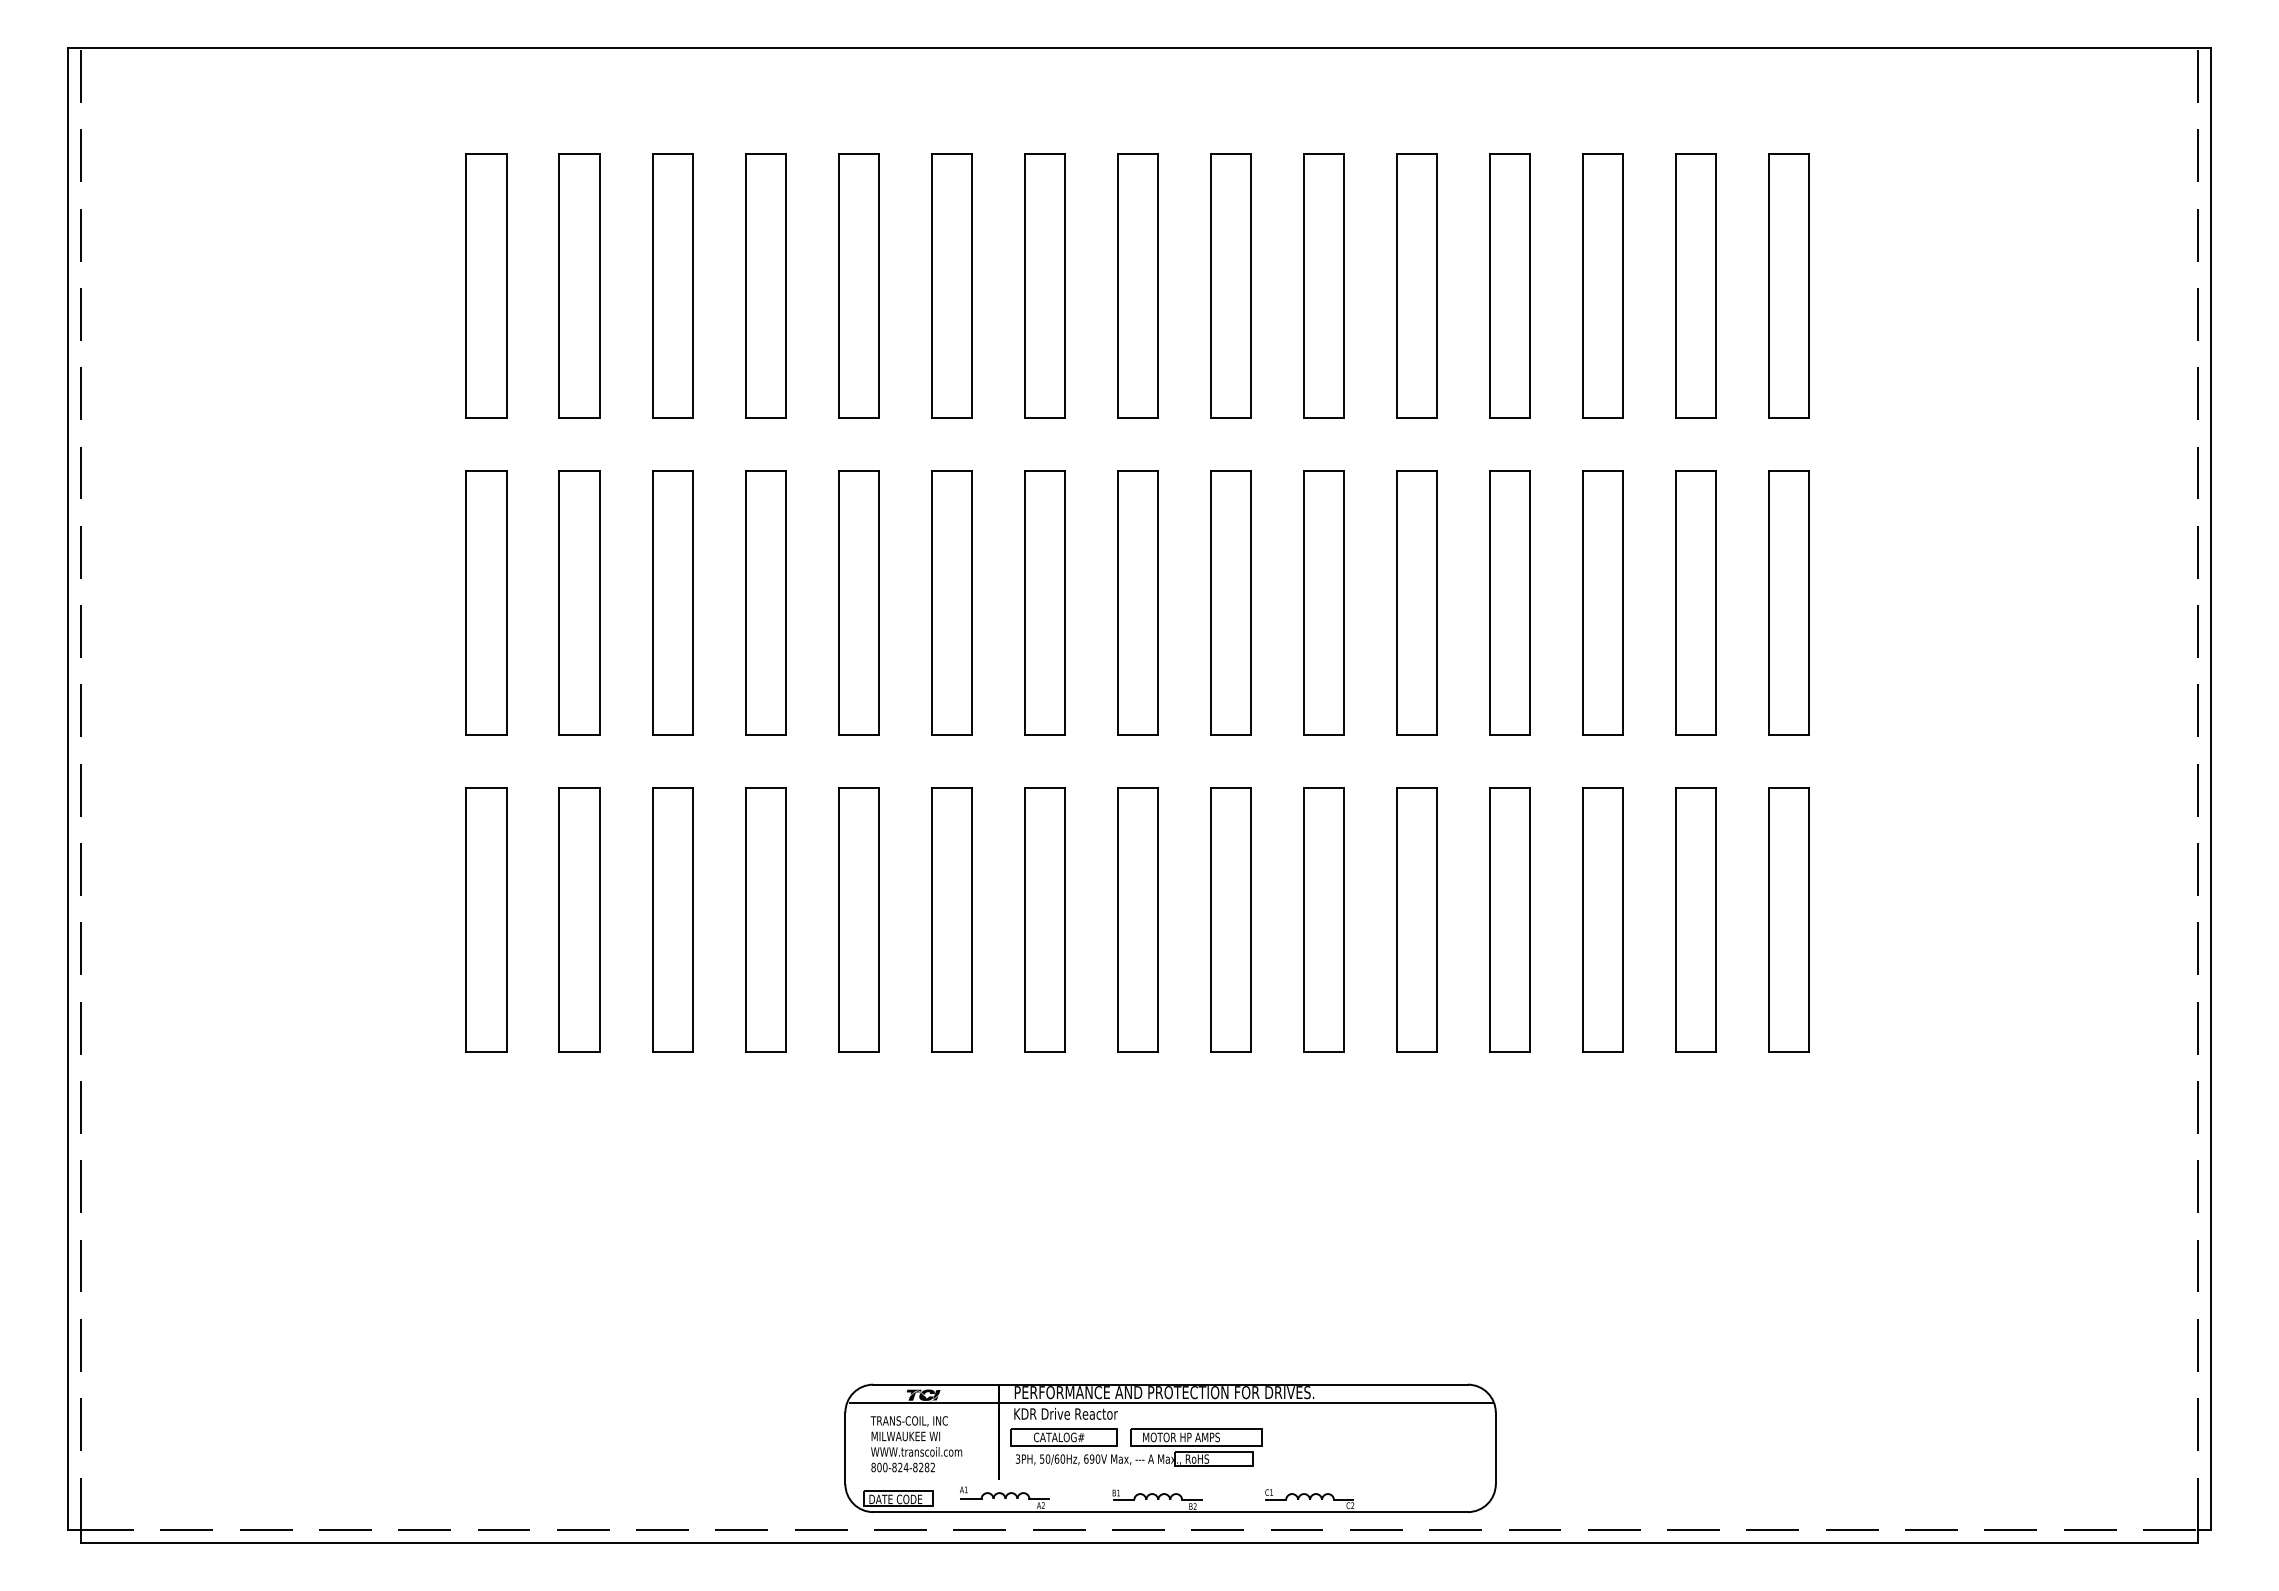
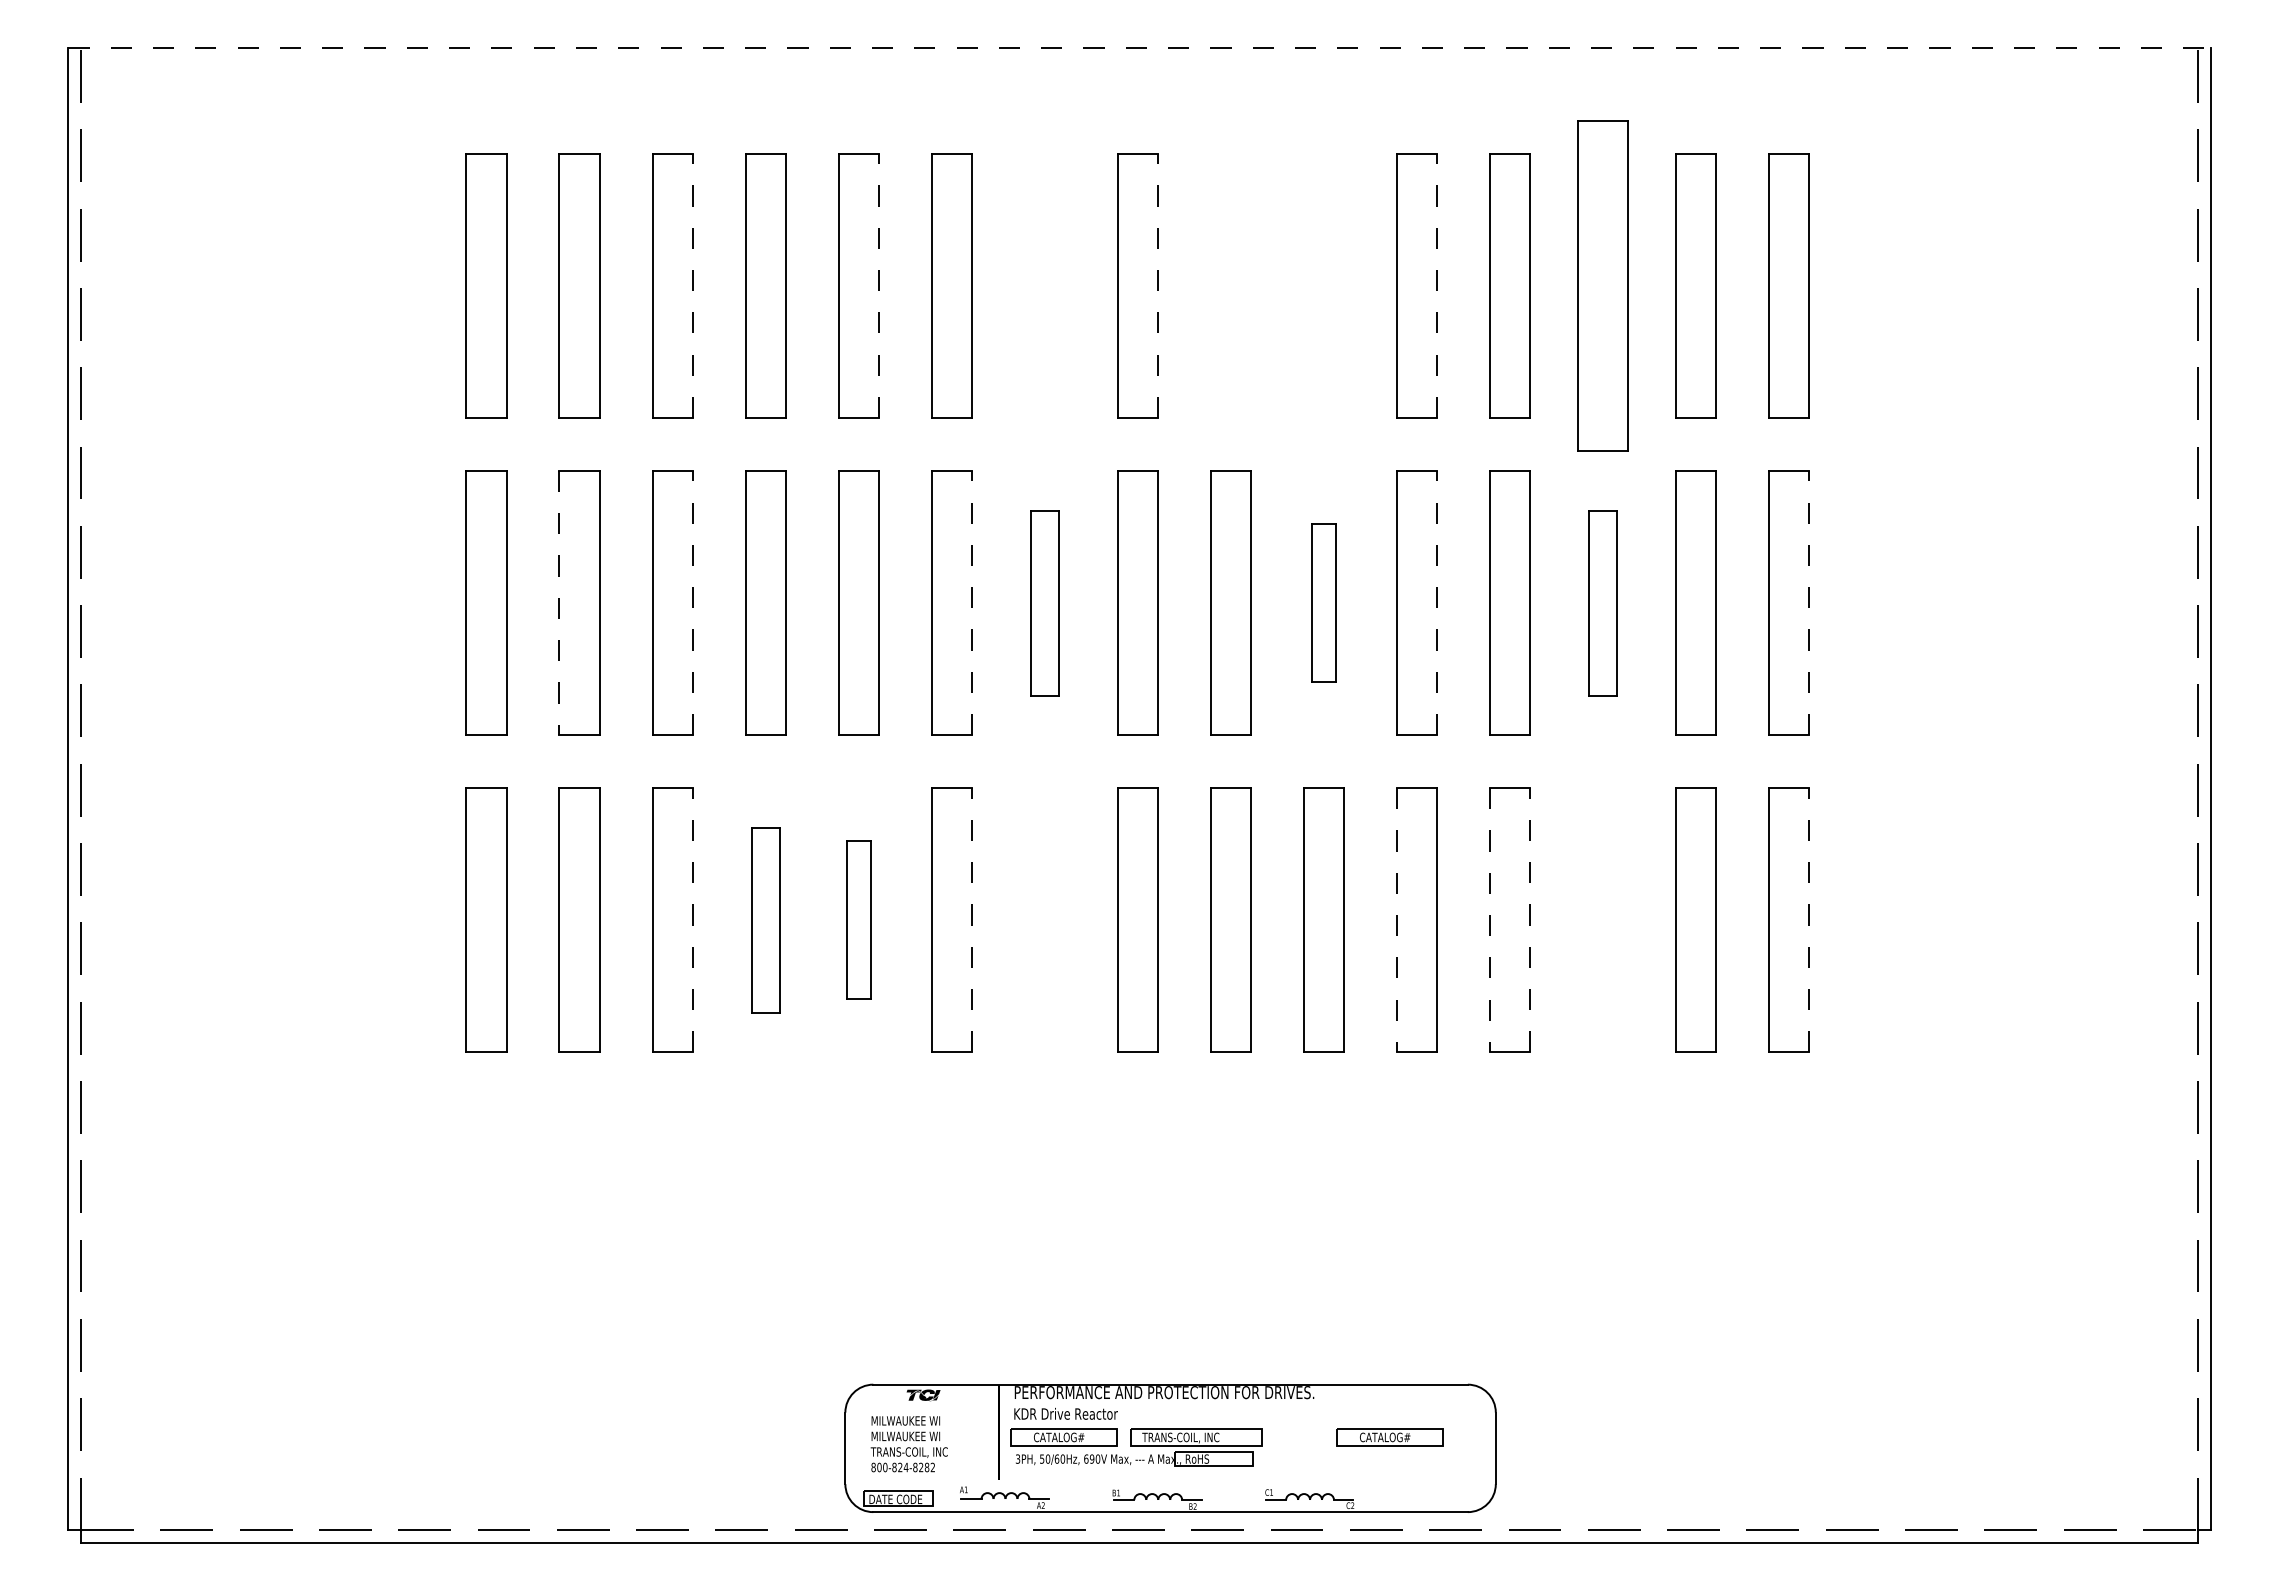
line at (1140, 47): solid -> dashed
line at (692, 285): solid -> dashed
line at (878, 285): solid -> dashed
part at (1044, 285): present -> none
line at (1158, 285): solid -> dashed
part at (1230, 285): present -> none
part at (1323, 285): present -> none
line at (1437, 285): solid -> dashed
part at (1602, 285) size: 42x266 px -> 52x332 px
line at (692, 602): solid -> dashed
line at (971, 602): solid -> dashed
part at (1044, 602) size: 42x266 px -> 30x187 px
part at (1323, 602) size: 42x266 px -> 26x160 px
line at (1437, 602): solid -> dashed
part at (1602, 602) size: 42x266 px -> 30x187 px
line at (1809, 602): solid -> dashed
line at (559, 603): solid -> dashed
line at (692, 919): solid -> dashed
part at (765, 919) size: 42x266 px -> 30x187 px
part at (858, 919) size: 42x266 px -> 26x160 px
line at (971, 919): solid -> dashed
part at (1044, 919): present -> none
line at (1530, 919): solid -> dashed
part at (1602, 919): present -> none
line at (1809, 919): solid -> dashed
line at (1396, 920): solid -> dashed
line at (1489, 920): solid -> dashed
line at (1170, 1403): present -> none
text at (908, 1421): TRANS-COIL, INC -> MILWAUKEE WI
text at (1180, 1437): MOTOR HP AMPS -> TRANS-COIL, INC
part at (1389, 1437): none -> present
text at (916, 1452): WWW.transcoil.com -> TRANS-COIL, INC
